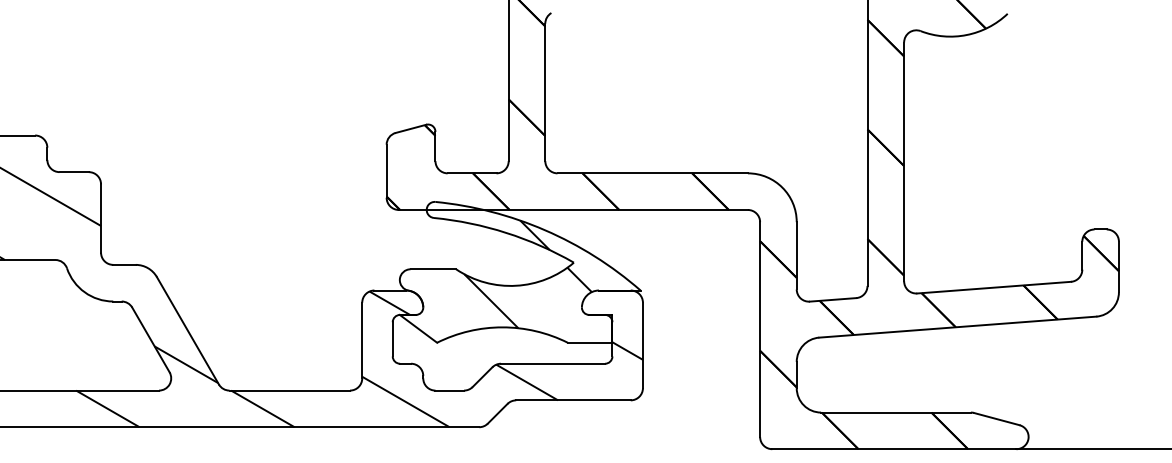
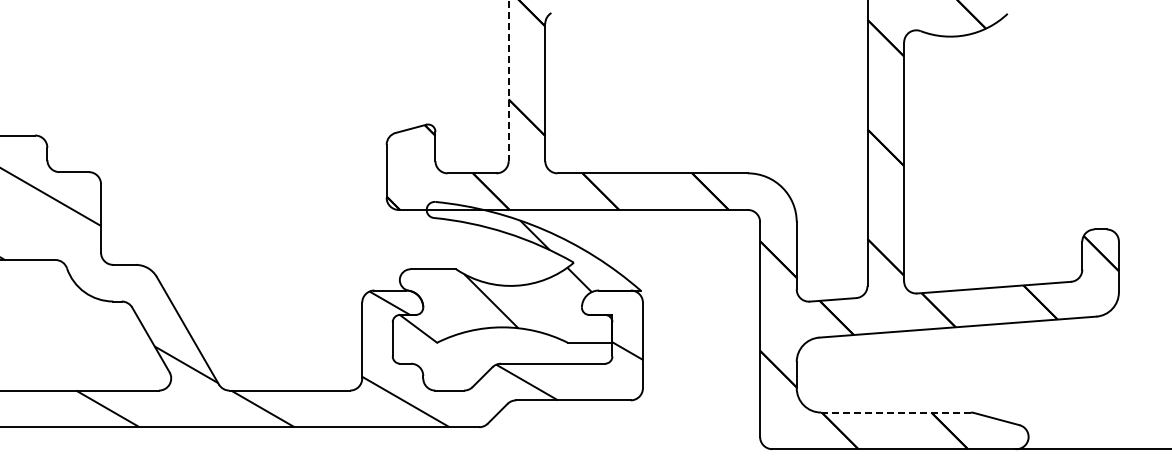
line at (508, 81): solid -> dashed
line at (896, 412): solid -> dashed
